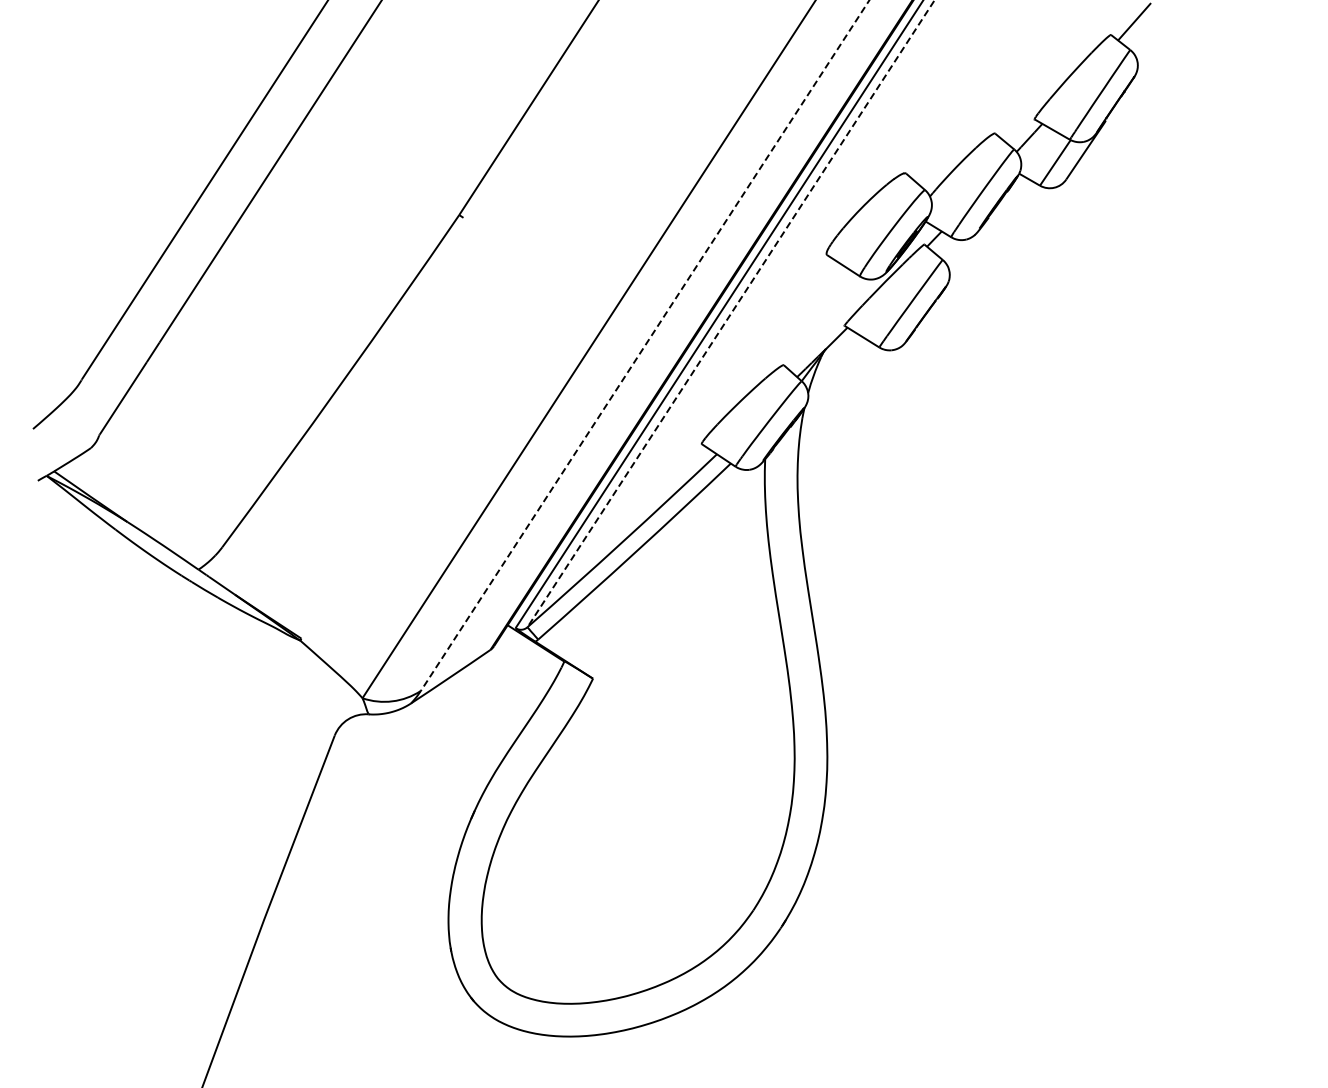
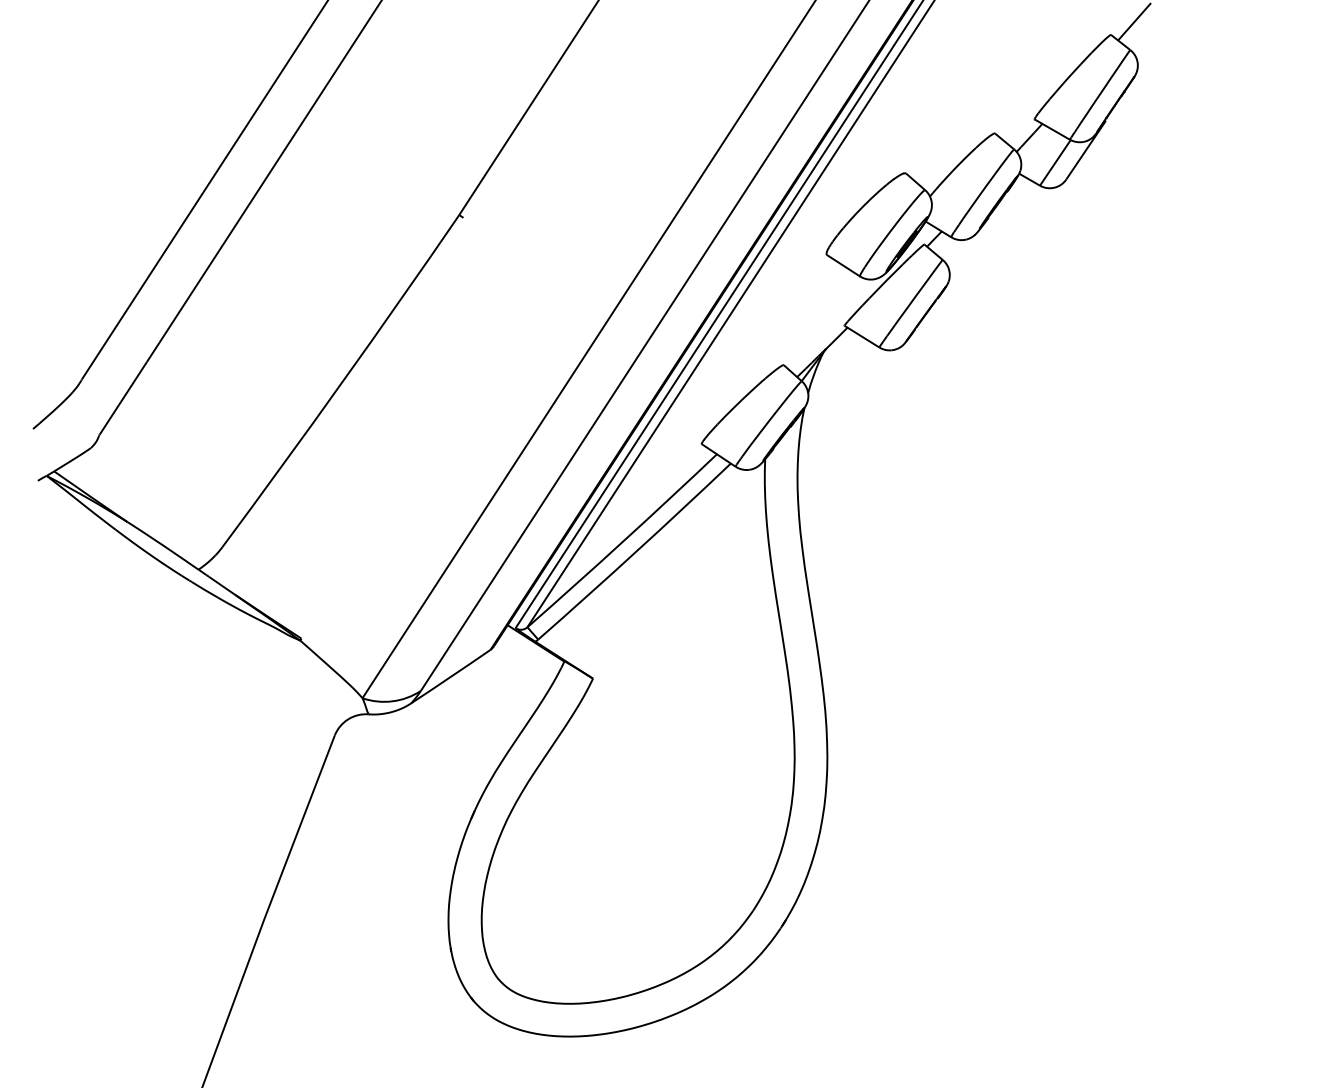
line at (731, 313): dashed -> solid
line at (644, 346): dashed -> solid
